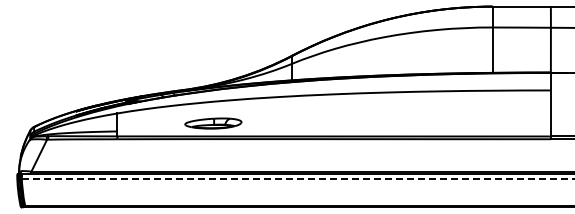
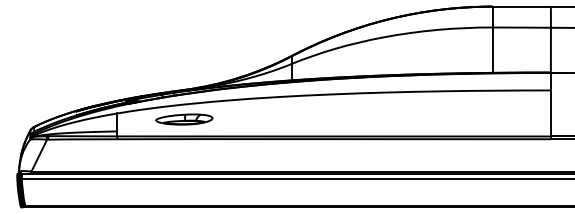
part at (213, 123) position: (213, 123) -> (184, 119)
line at (298, 178): dashed -> solid
